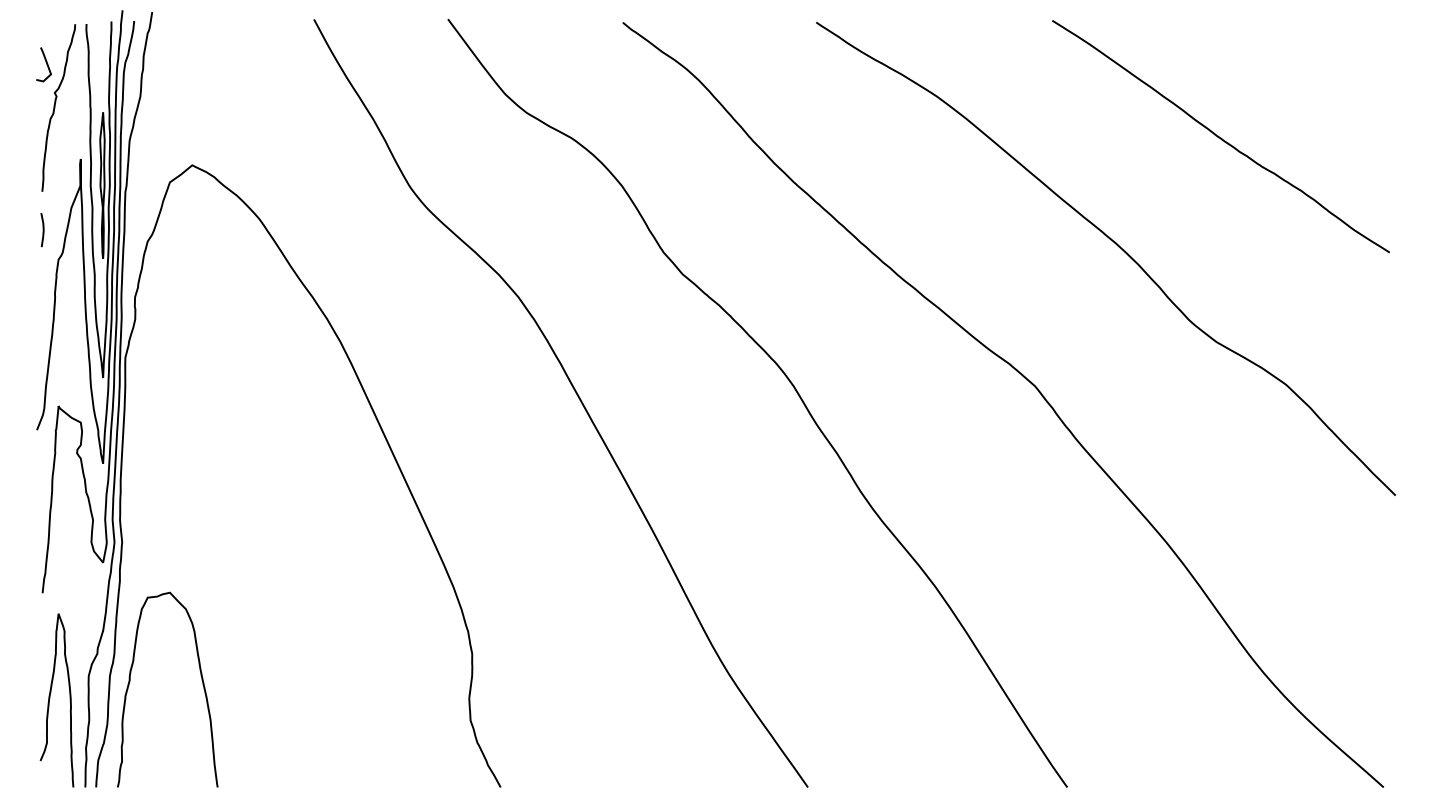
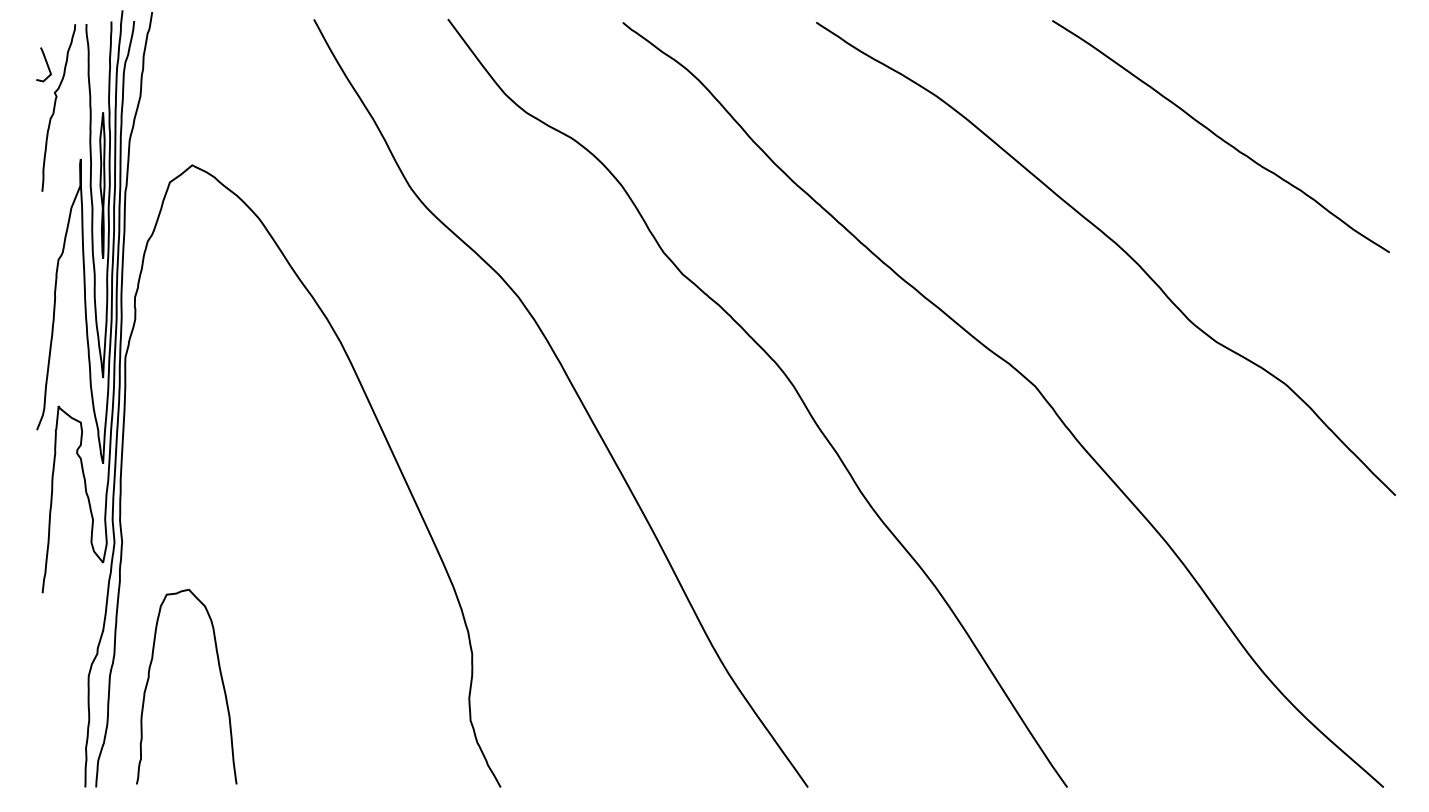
line at (42, 230): present -> none
curve at (201, 680) position: (201, 680) -> (220, 677)
curve at (50, 698): present -> none
